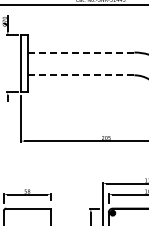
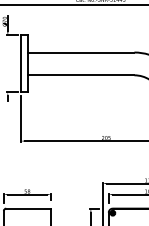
line at (80, 52): dashed -> solid
line at (80, 75): dashed -> solid
